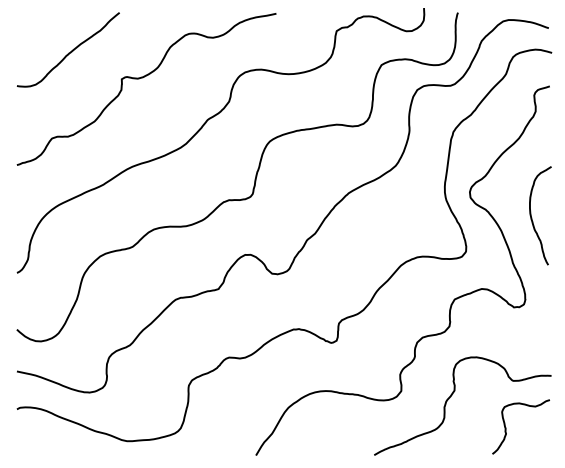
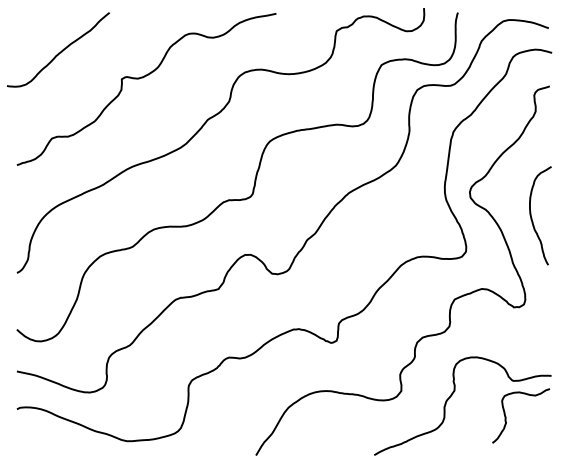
curve at (68, 52) position: (68, 52) -> (58, 52)
curve at (506, 427) position: (506, 427) -> (506, 416)
